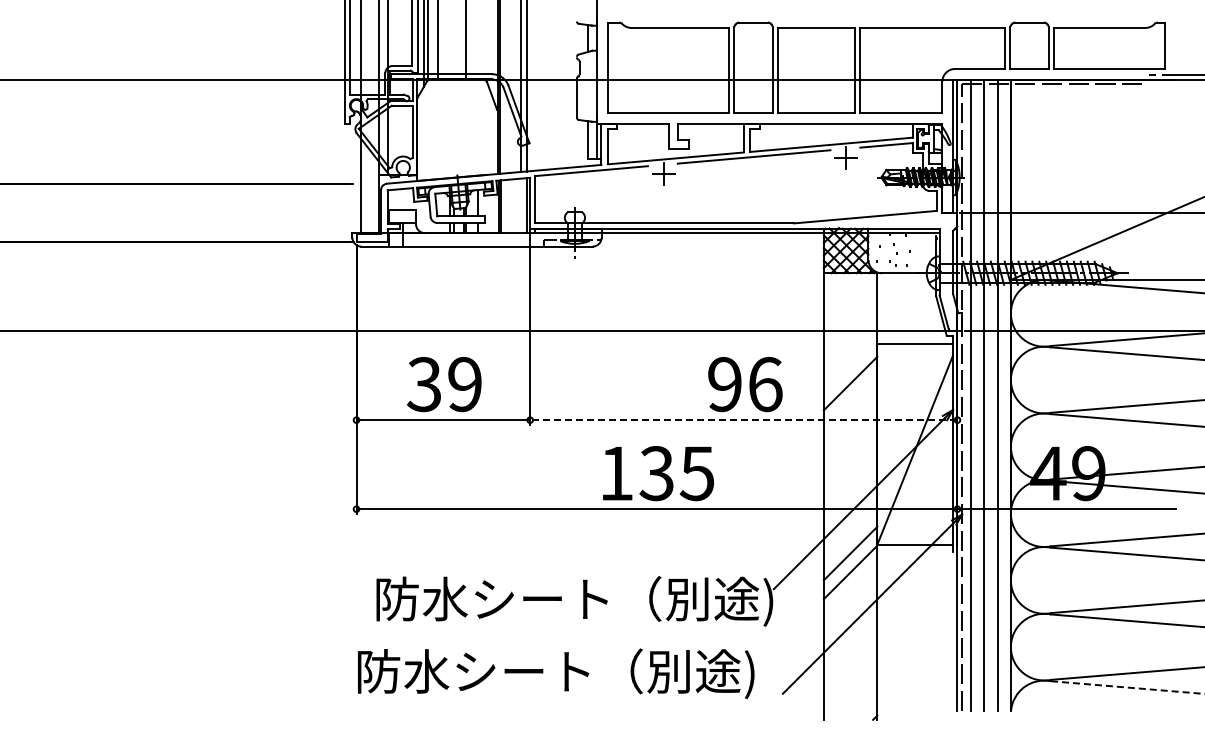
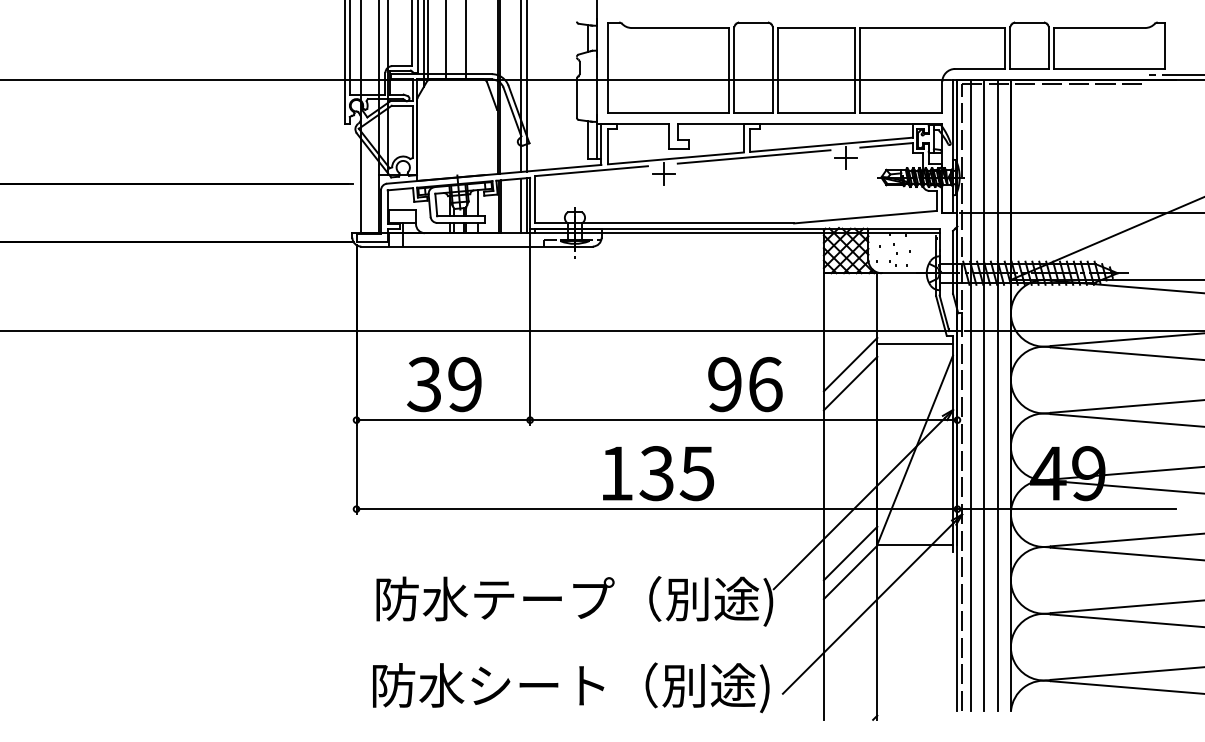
line at (438, 40) position: (438, 40) -> (446, 40)
line at (521, 205): none -> present
line at (850, 364): none -> present
line at (743, 420): dashed -> solid
text at (544, 598): 防水シート（別途) -> 防水テープ（別途)
text at (556, 673) position: (556, 673) -> (571, 687)
line at (1127, 687): dashed -> solid
